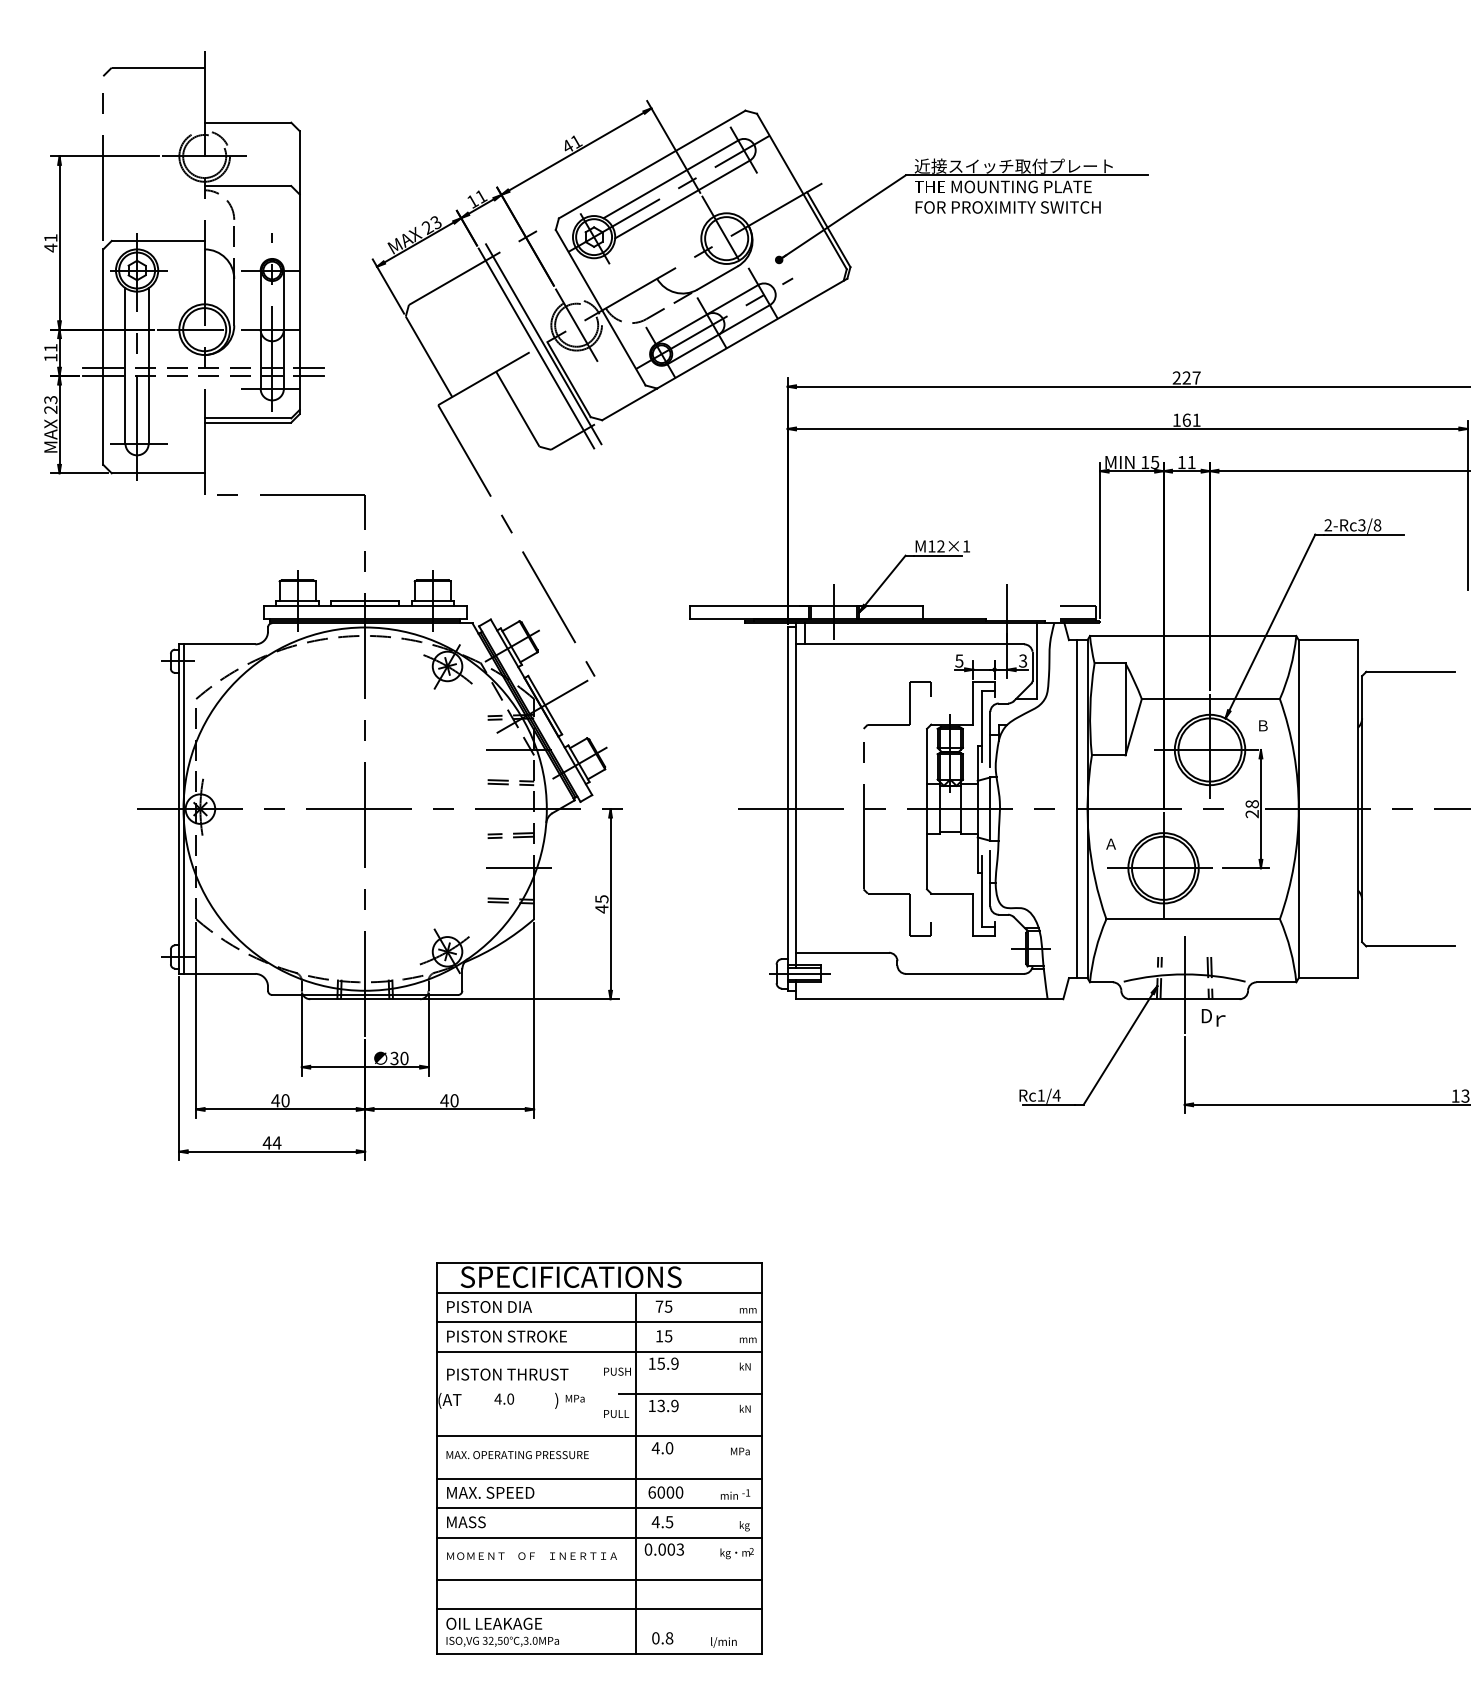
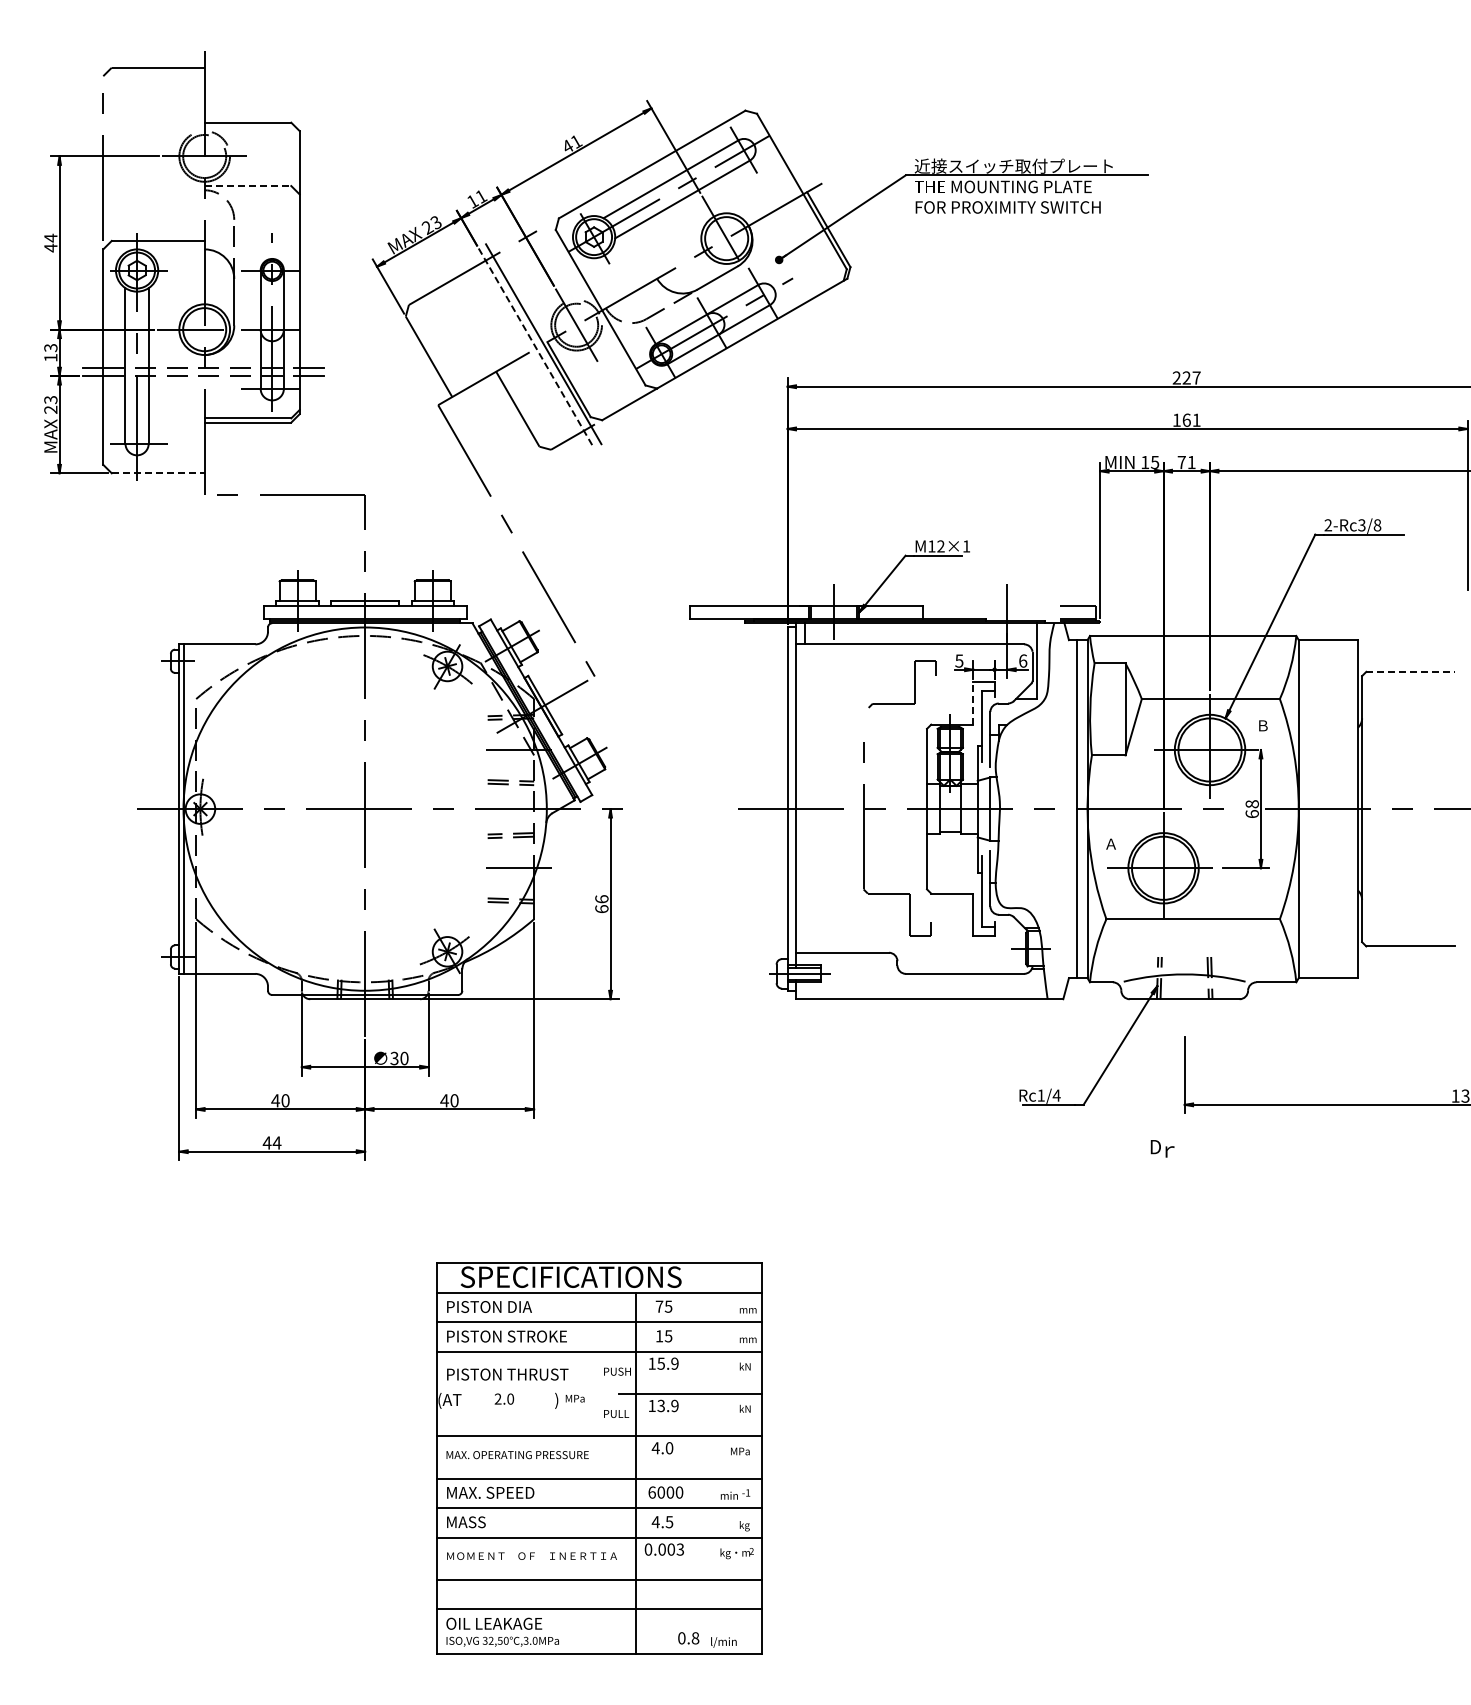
line at (248, 186): solid -> dashed
text at (50, 237): 41 -> 44
text at (50, 348): 11 -> 13
line at (536, 348): solid -> dashed
text at (1181, 462): 11 -> 71
line at (158, 473): solid -> dashed
text at (1023, 660): 3 -> 6
line at (1411, 671): solid -> dashed
line at (973, 703): solid -> dashed
part at (909, 705) position: (909, 705) -> (914, 684)
text at (1251, 814): 28 -> 68
text at (601, 904): 45 -> 66
line at (1184, 984): present -> none
text at (1213, 1017) position: (1213, 1017) -> (1162, 1148)
text at (497, 1398): 4.0 -> 2.0
text at (662, 1638) position: (662, 1638) -> (688, 1638)
